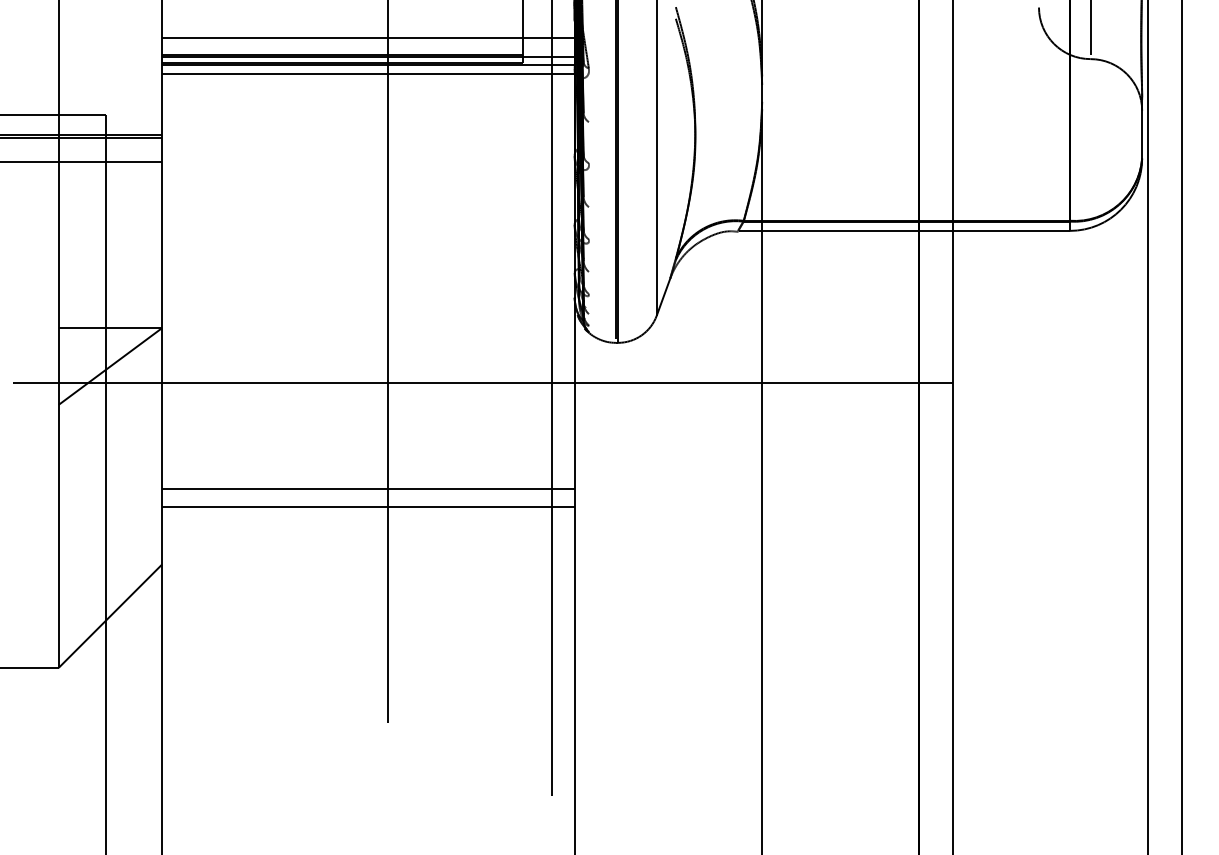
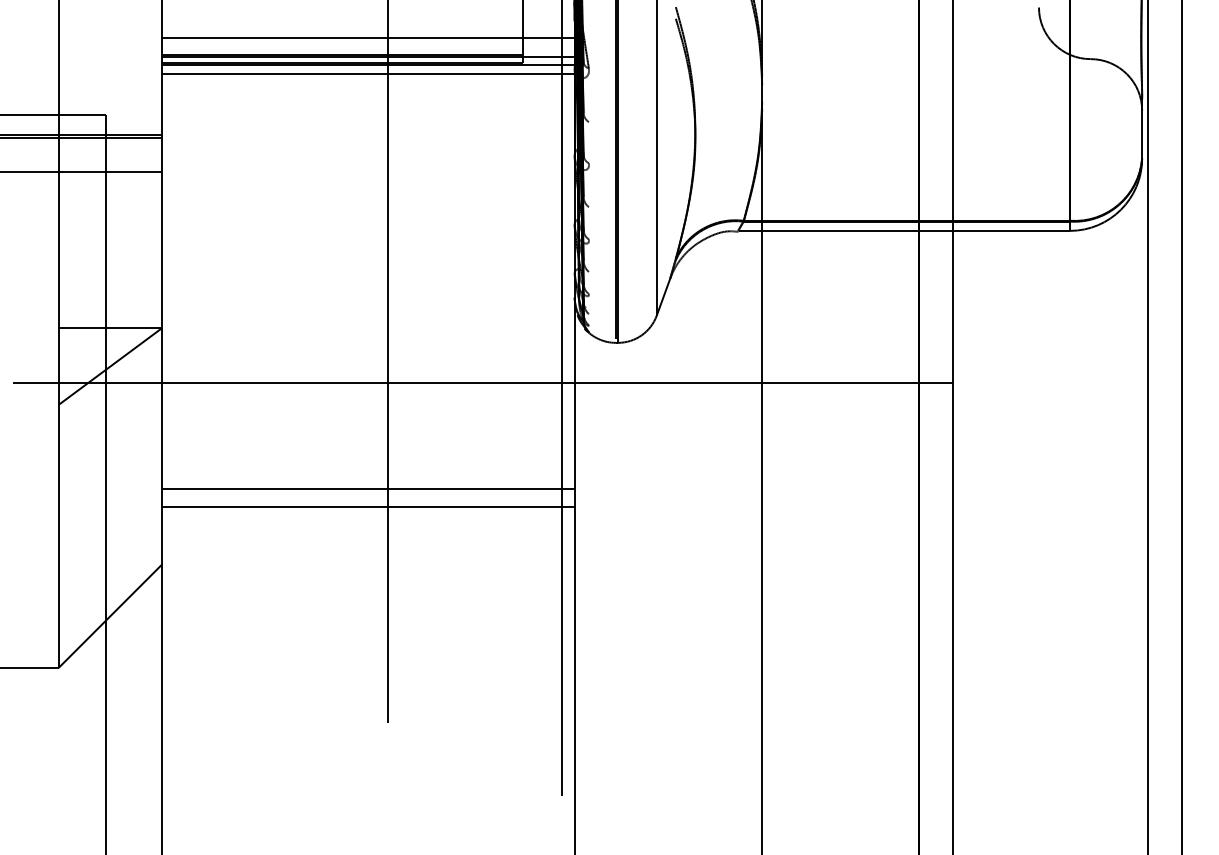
line at (1090, 28): present -> none
line at (81, 162) position: (81, 162) -> (81, 172)
line at (552, 426) position: (552, 426) -> (562, 426)
